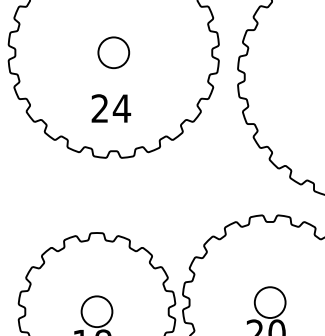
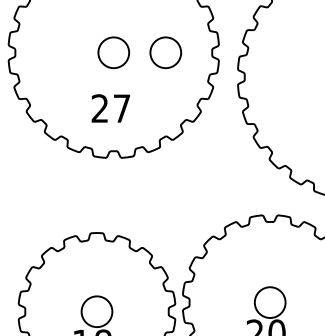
circle at (165, 52): none -> present
text at (121, 108): 24 -> 27
